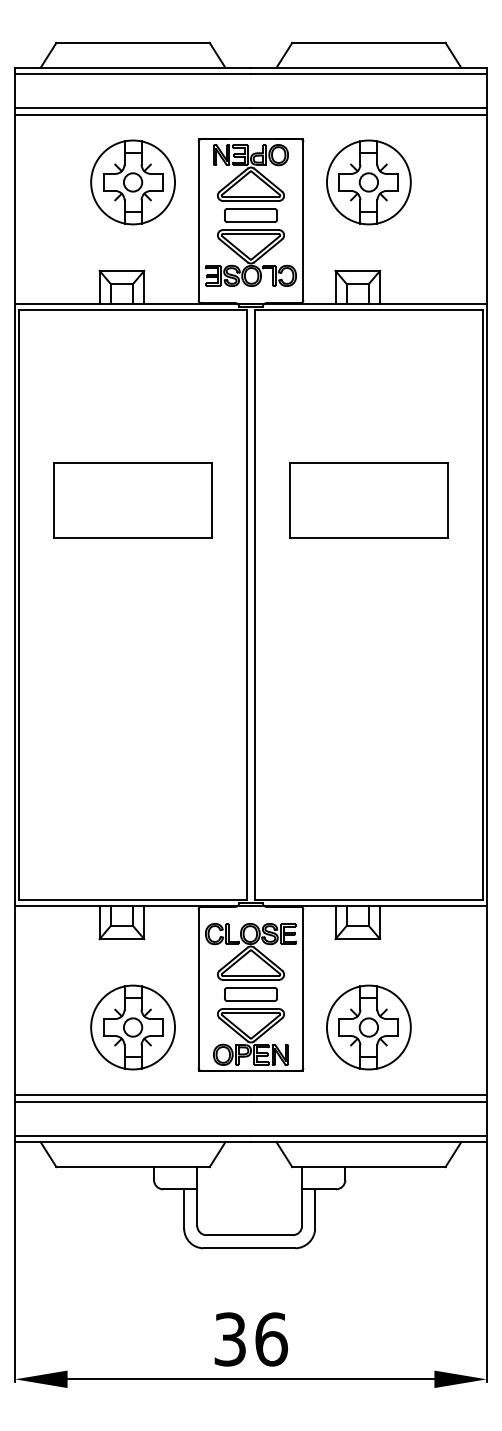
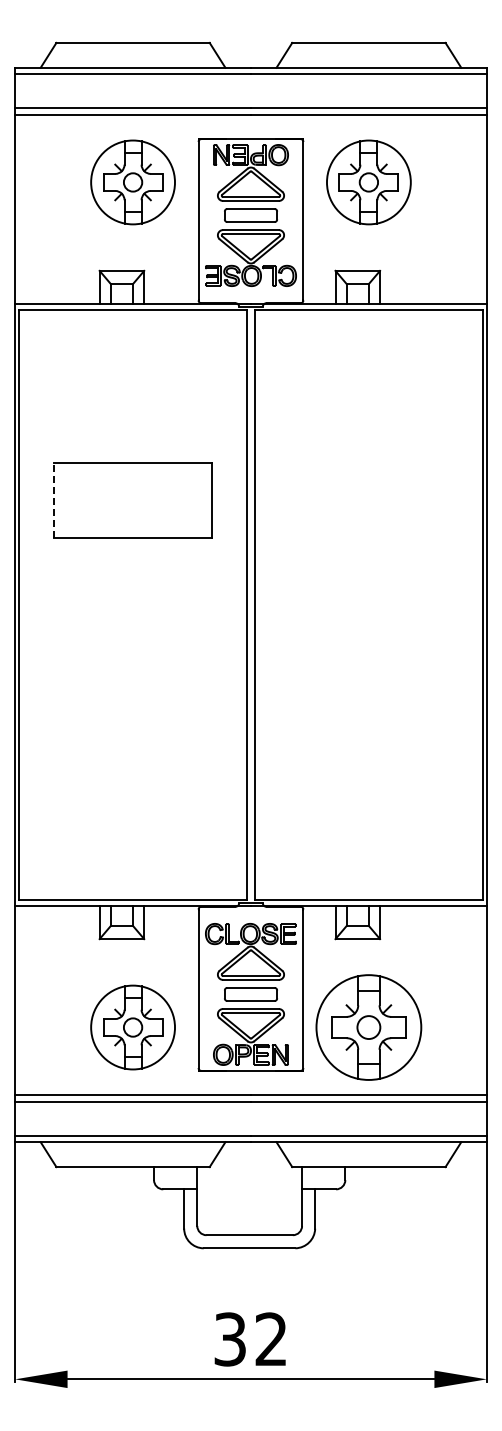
line at (54, 500): solid -> dashed
part at (368, 500): present -> none
part at (368, 1027) size: 86x87 px -> 108x107 px
text at (271, 1339): 36 -> 32
